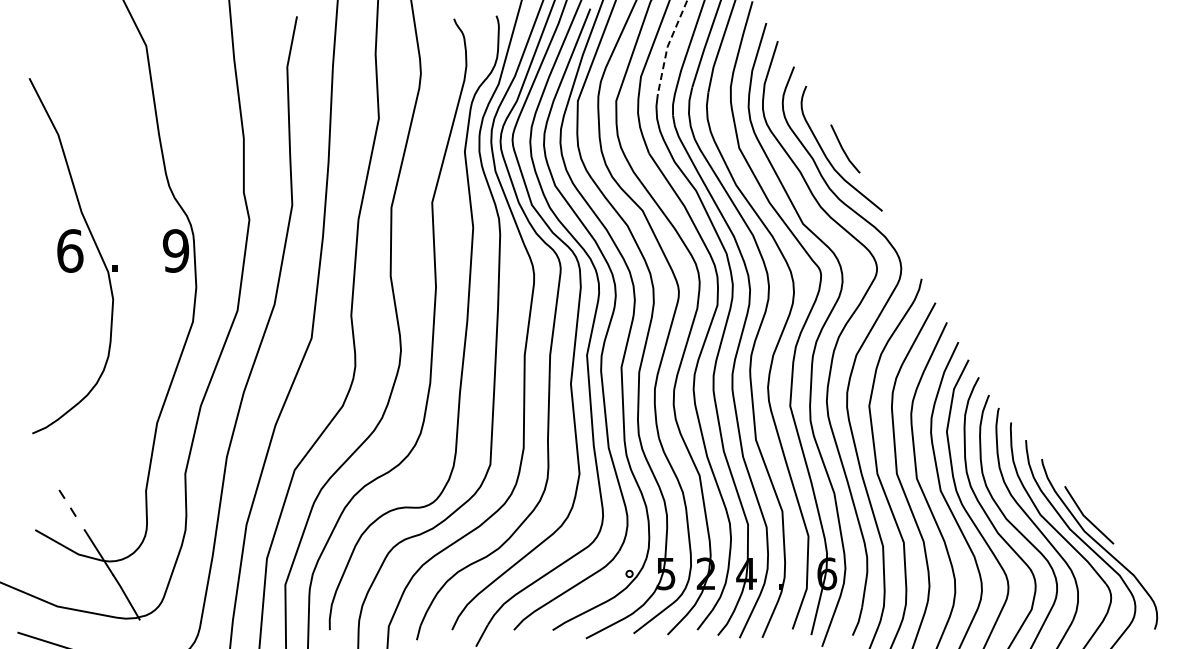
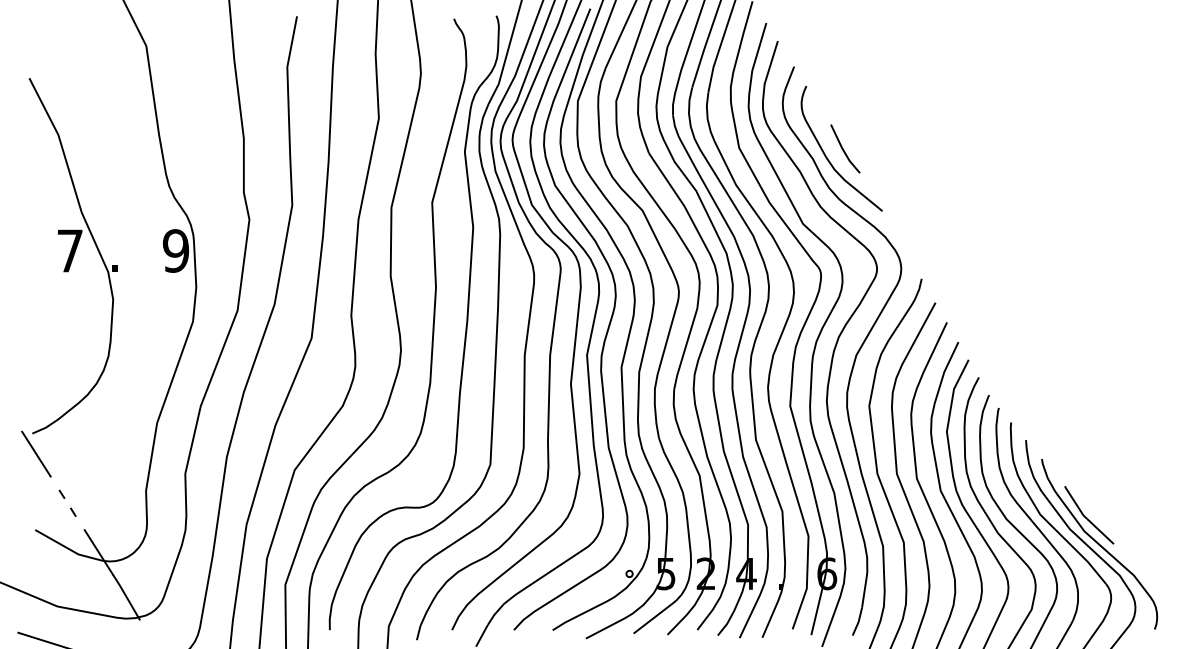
line at (667, 46): dashed -> solid
text at (70, 250): 6 -> 7
line at (36, 453): none -> present
